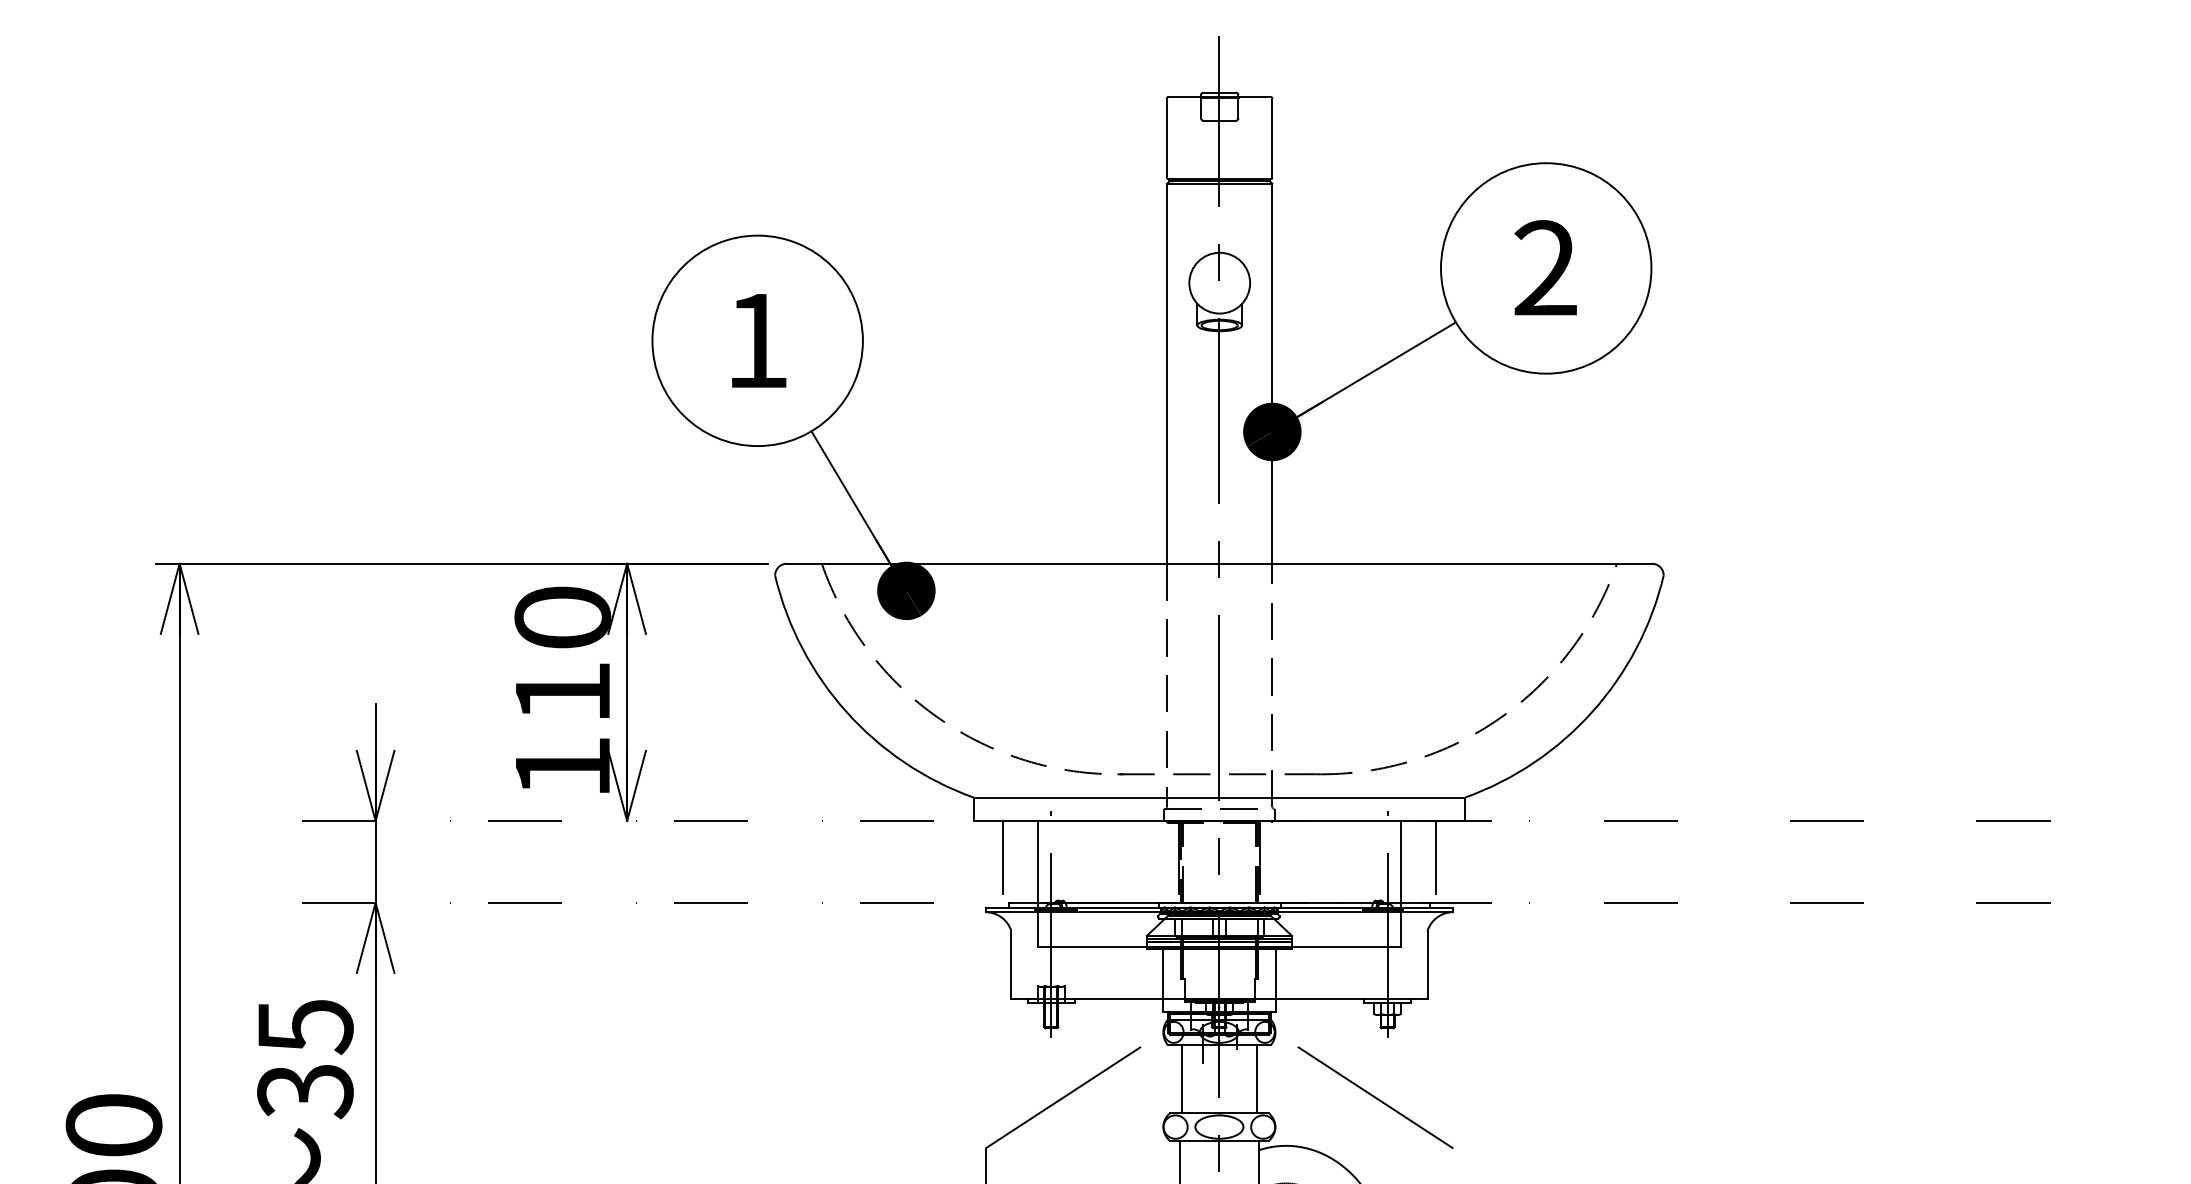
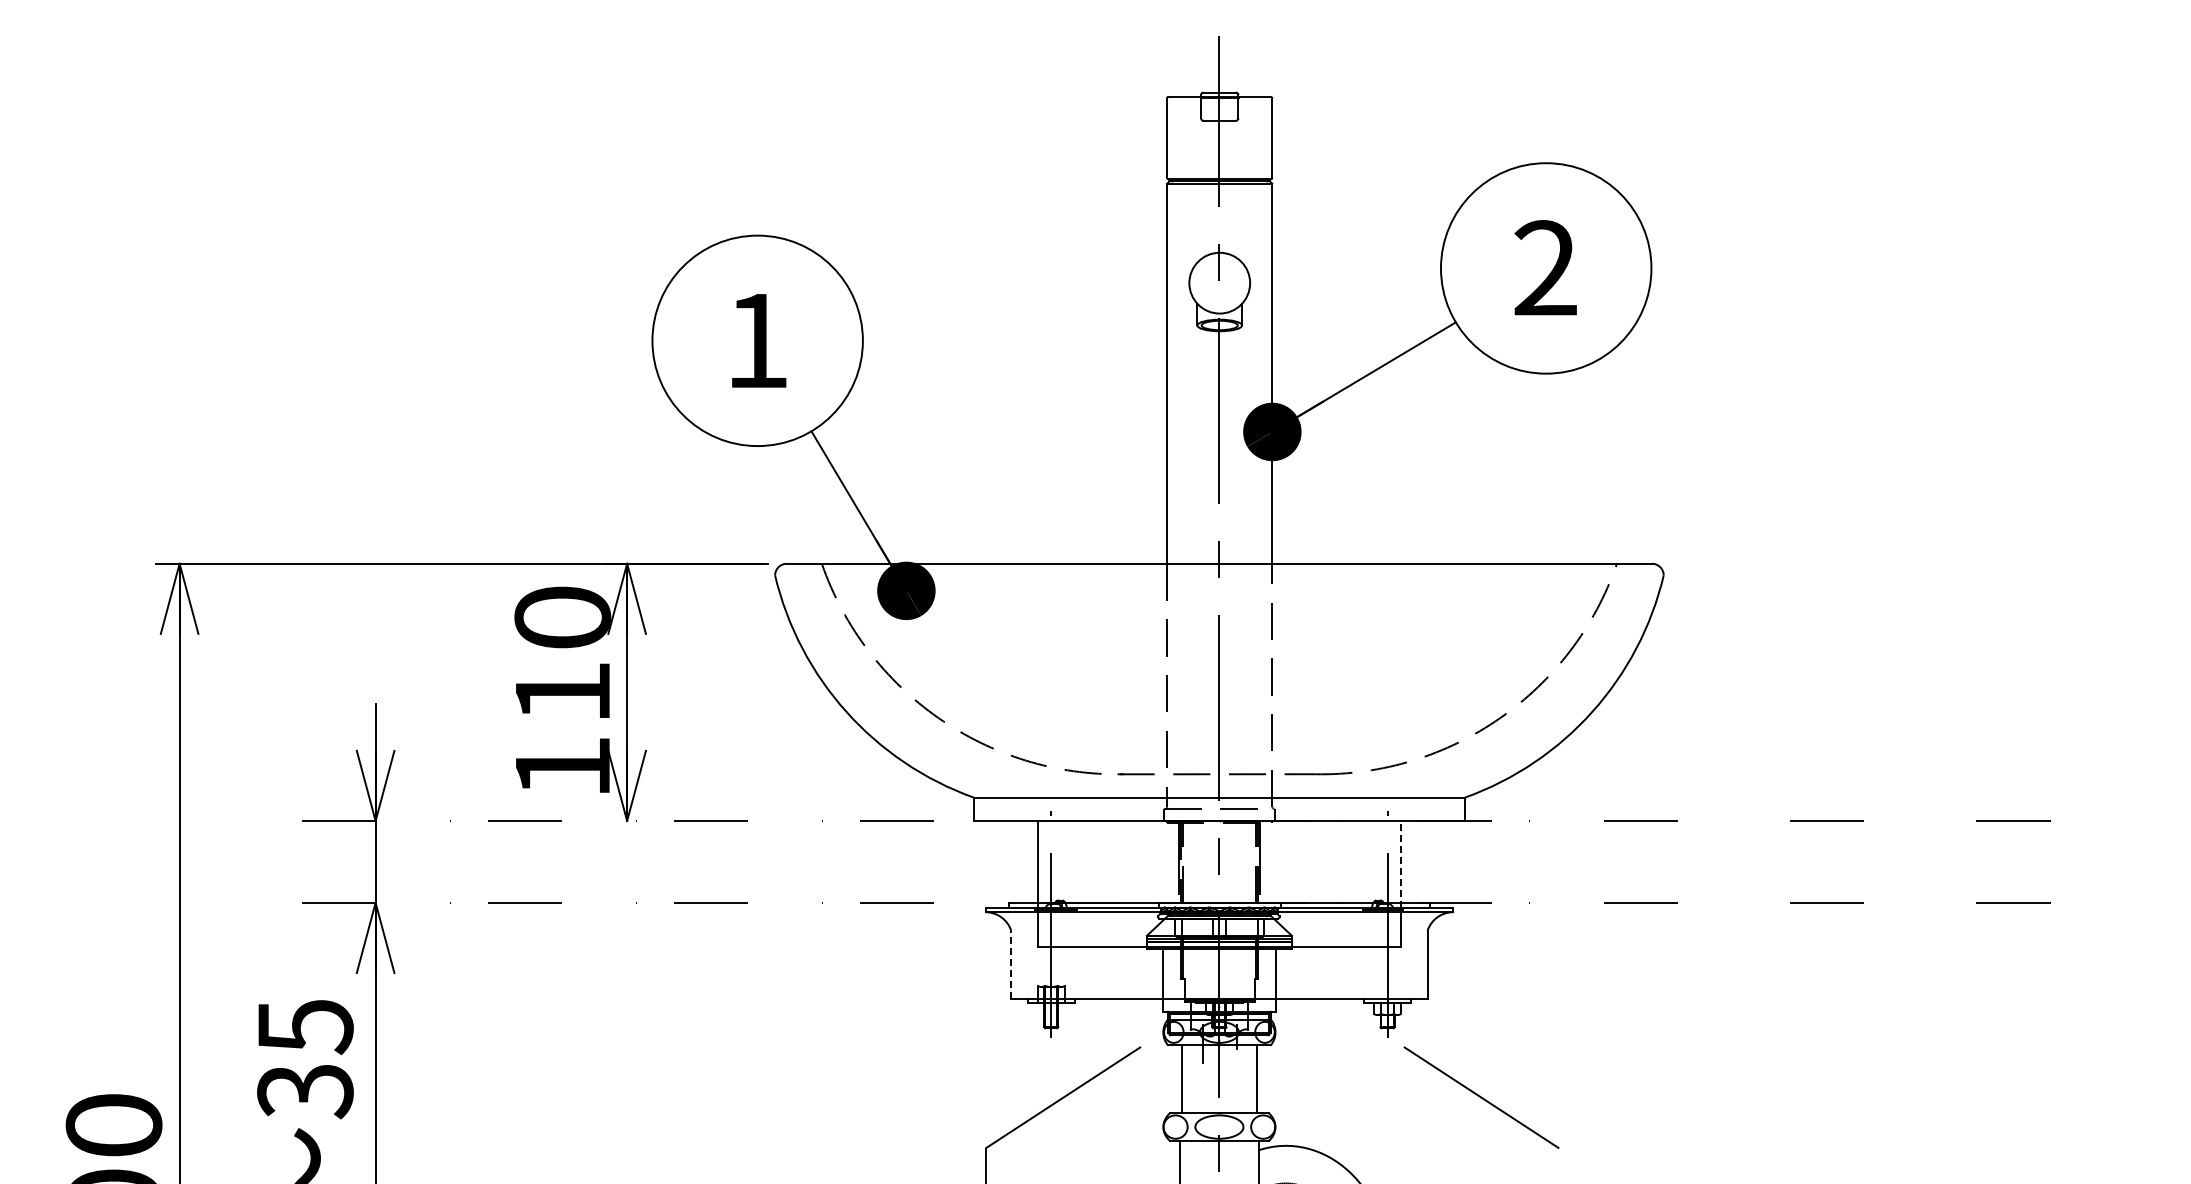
line at (1003, 861): present -> none
line at (1435, 861): present -> none
line at (1400, 863): solid -> dashed
line at (1011, 964): solid -> dashed
line at (1375, 1097) position: (1375, 1097) -> (1481, 1097)
